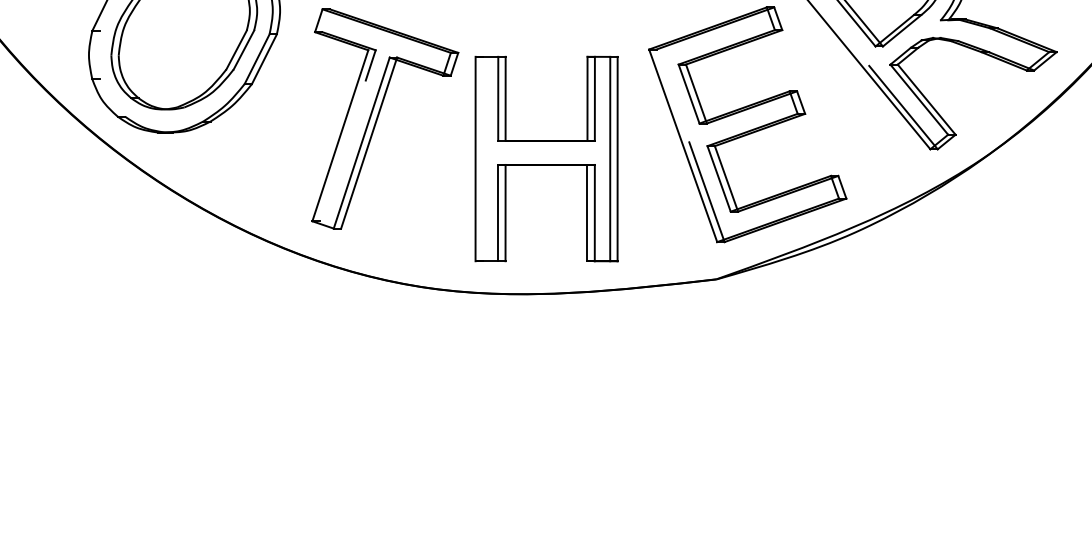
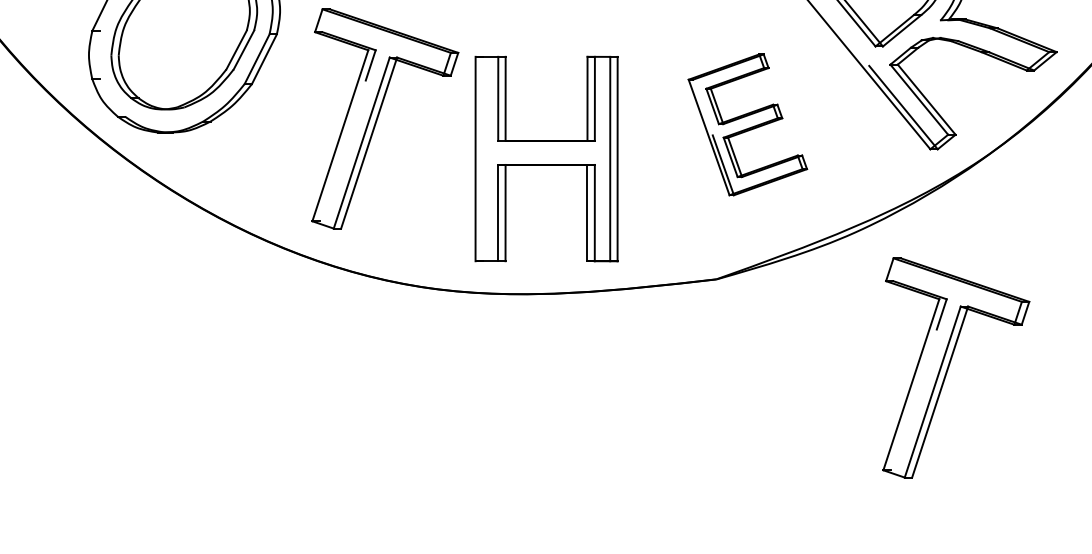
part at (747, 124) size: 200x238 px -> 122x144 px
part at (950, 364): none -> present
